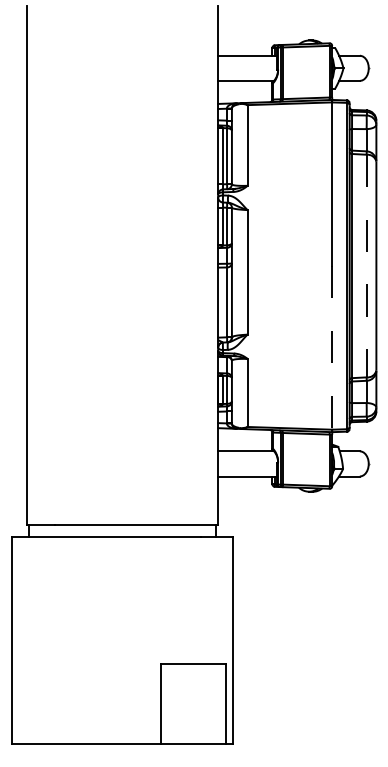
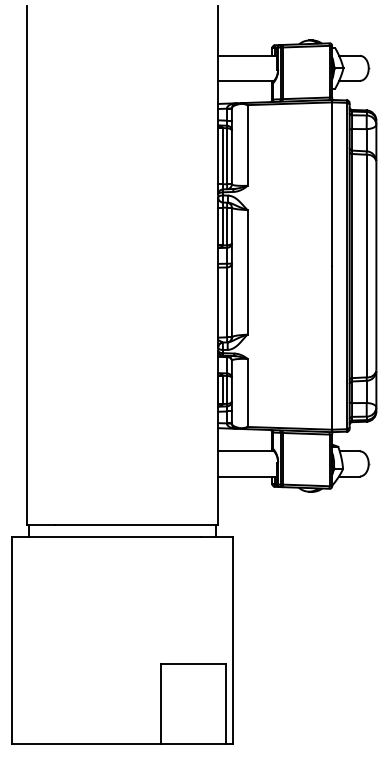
line at (366, 266): dashed -> solid
line at (332, 347): dashed -> solid
